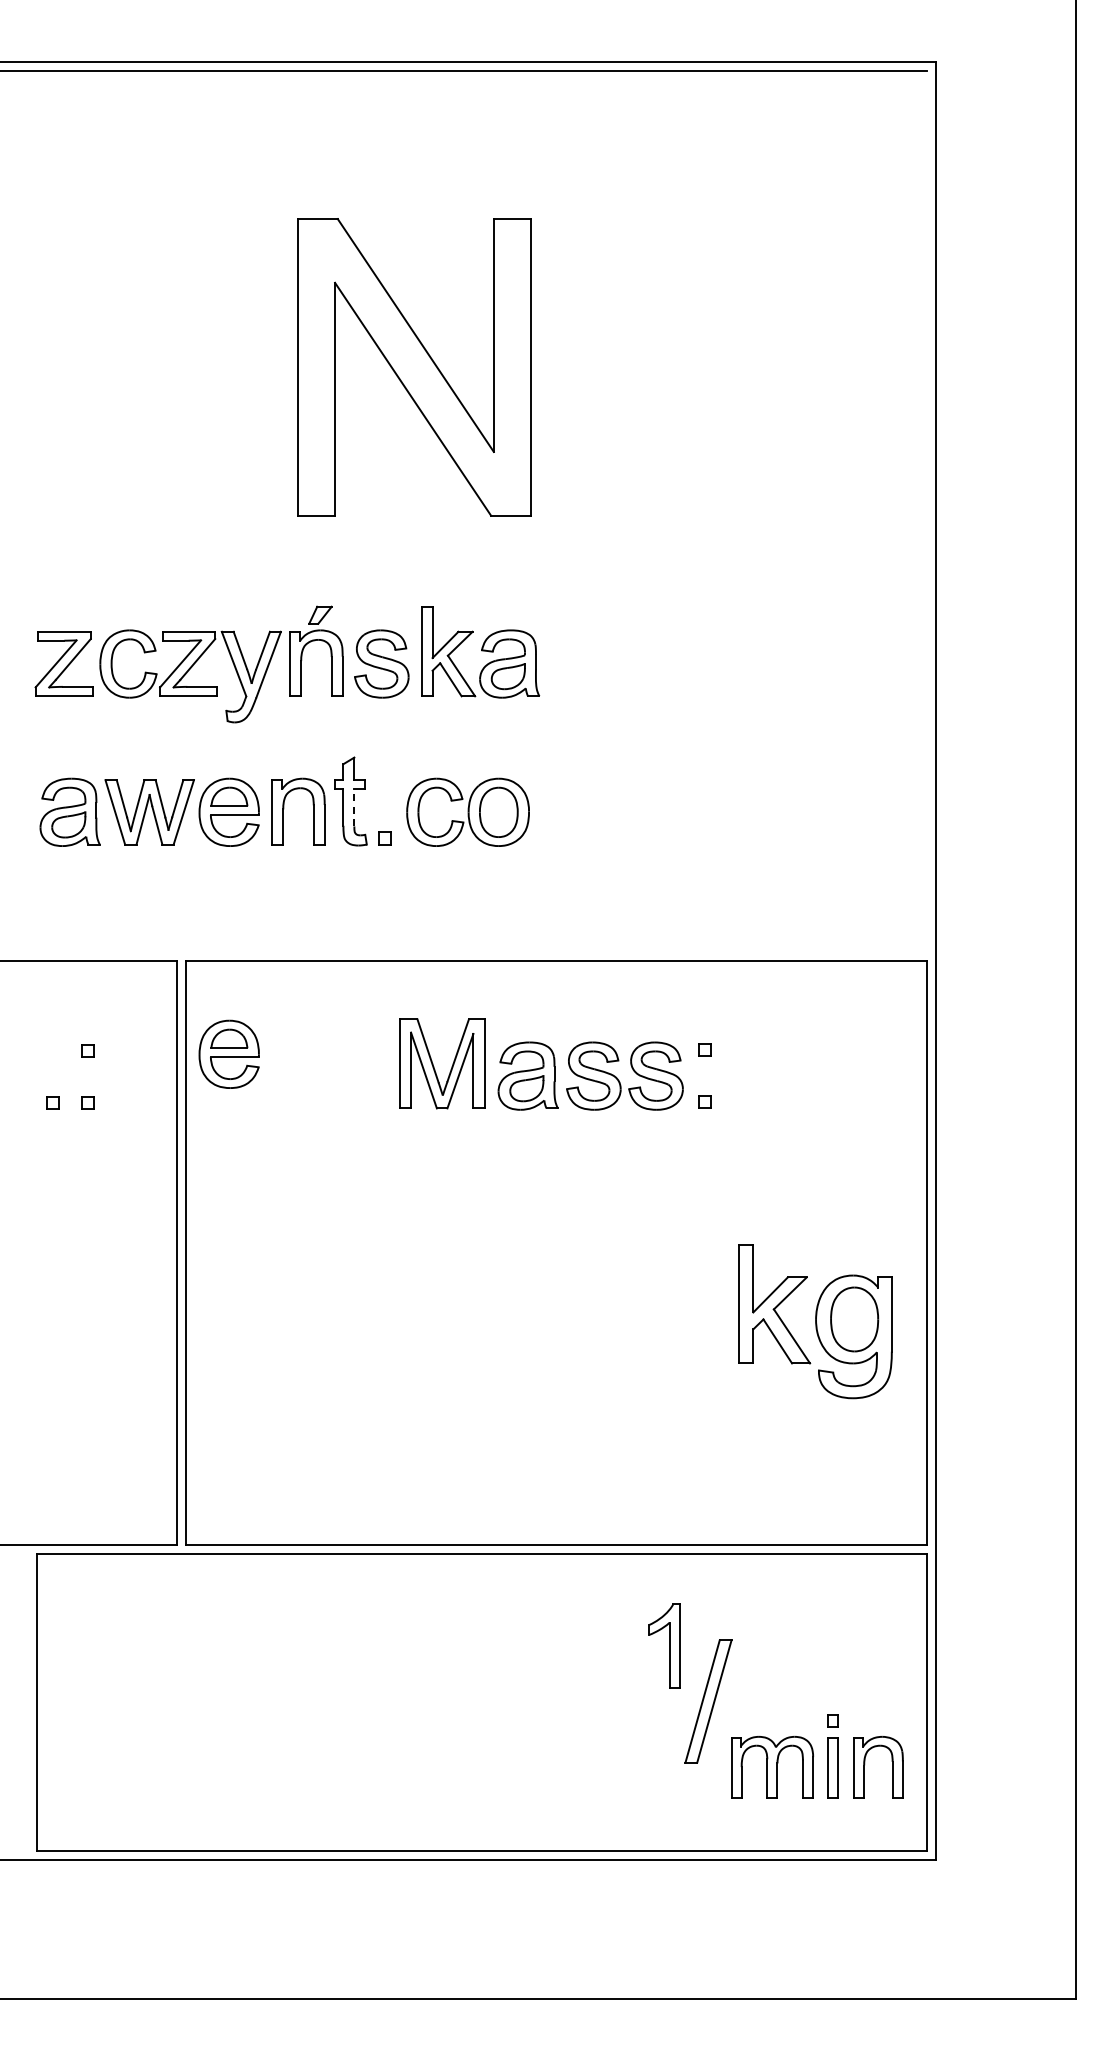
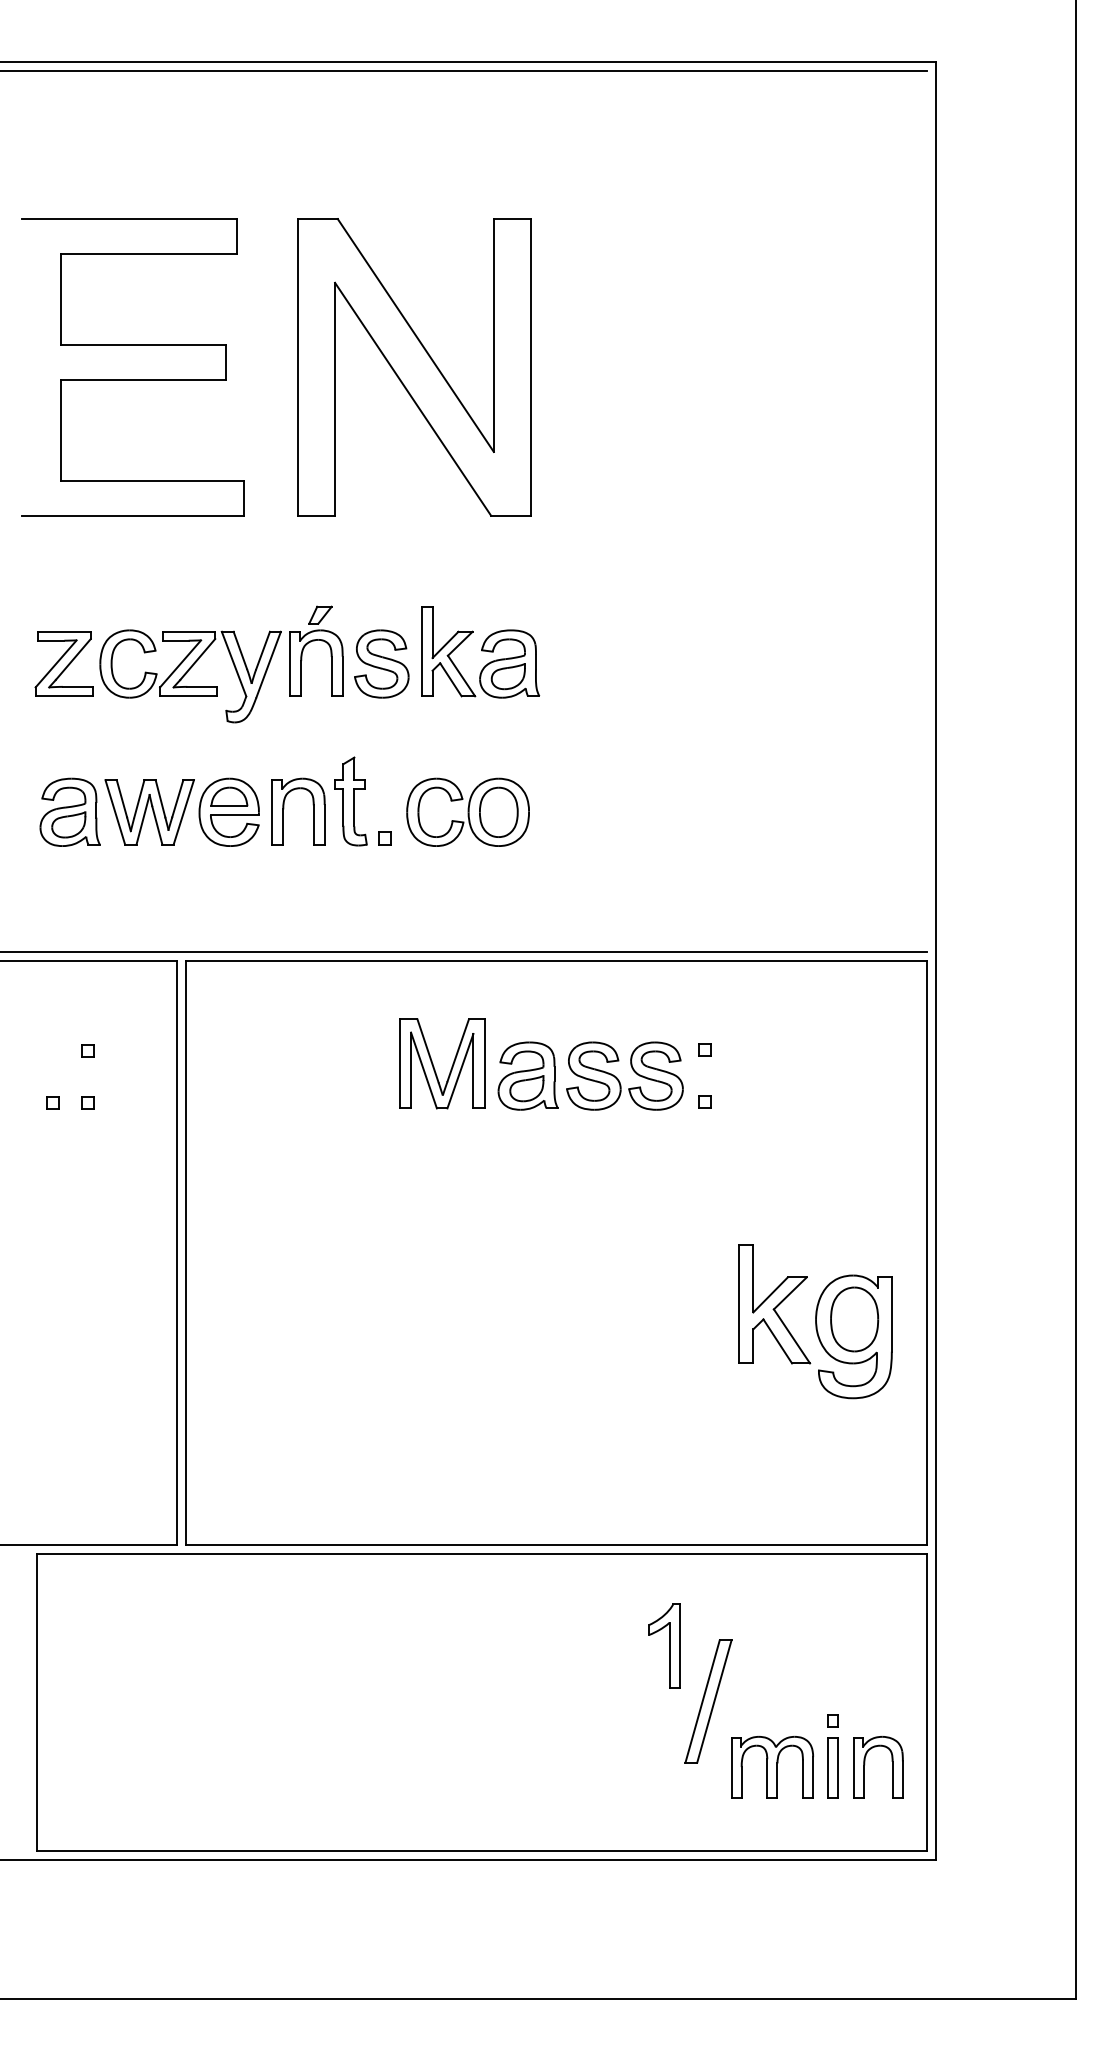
part at (132, 379): none -> present
line at (354, 807): dashed -> solid
line at (464, 951): none -> present
part at (228, 1053): present -> none
